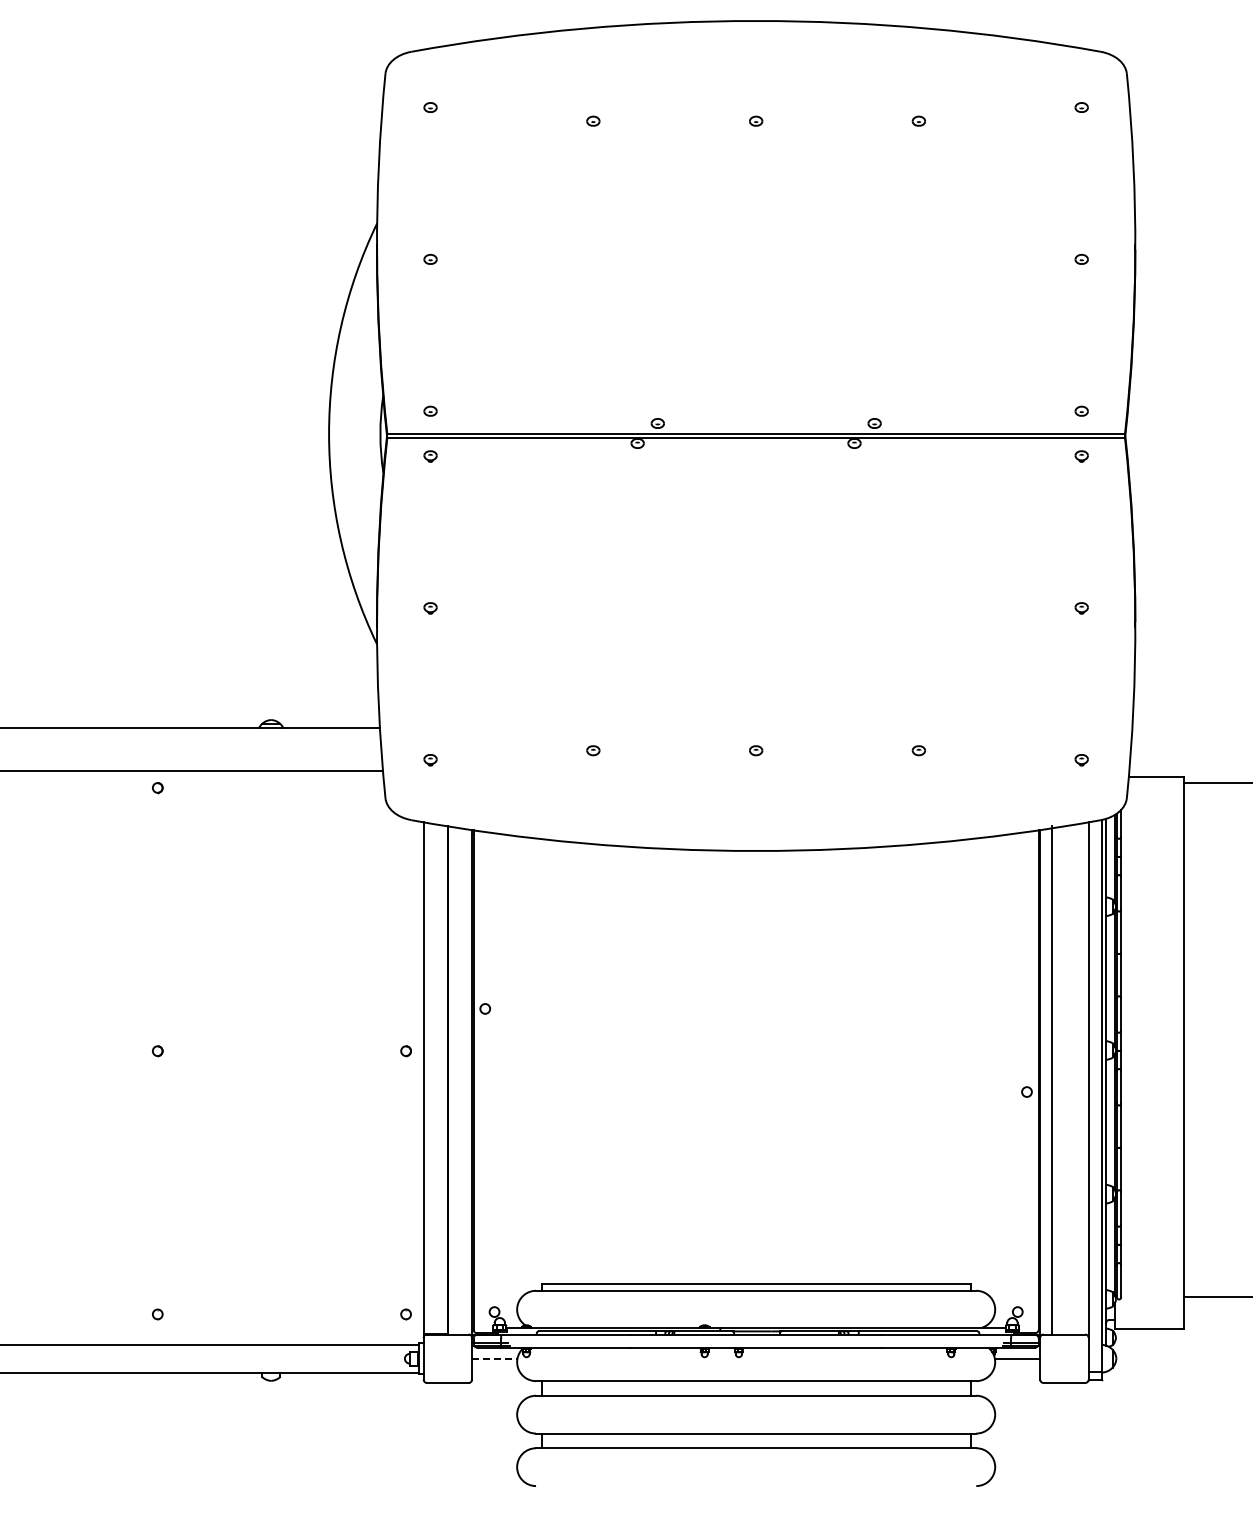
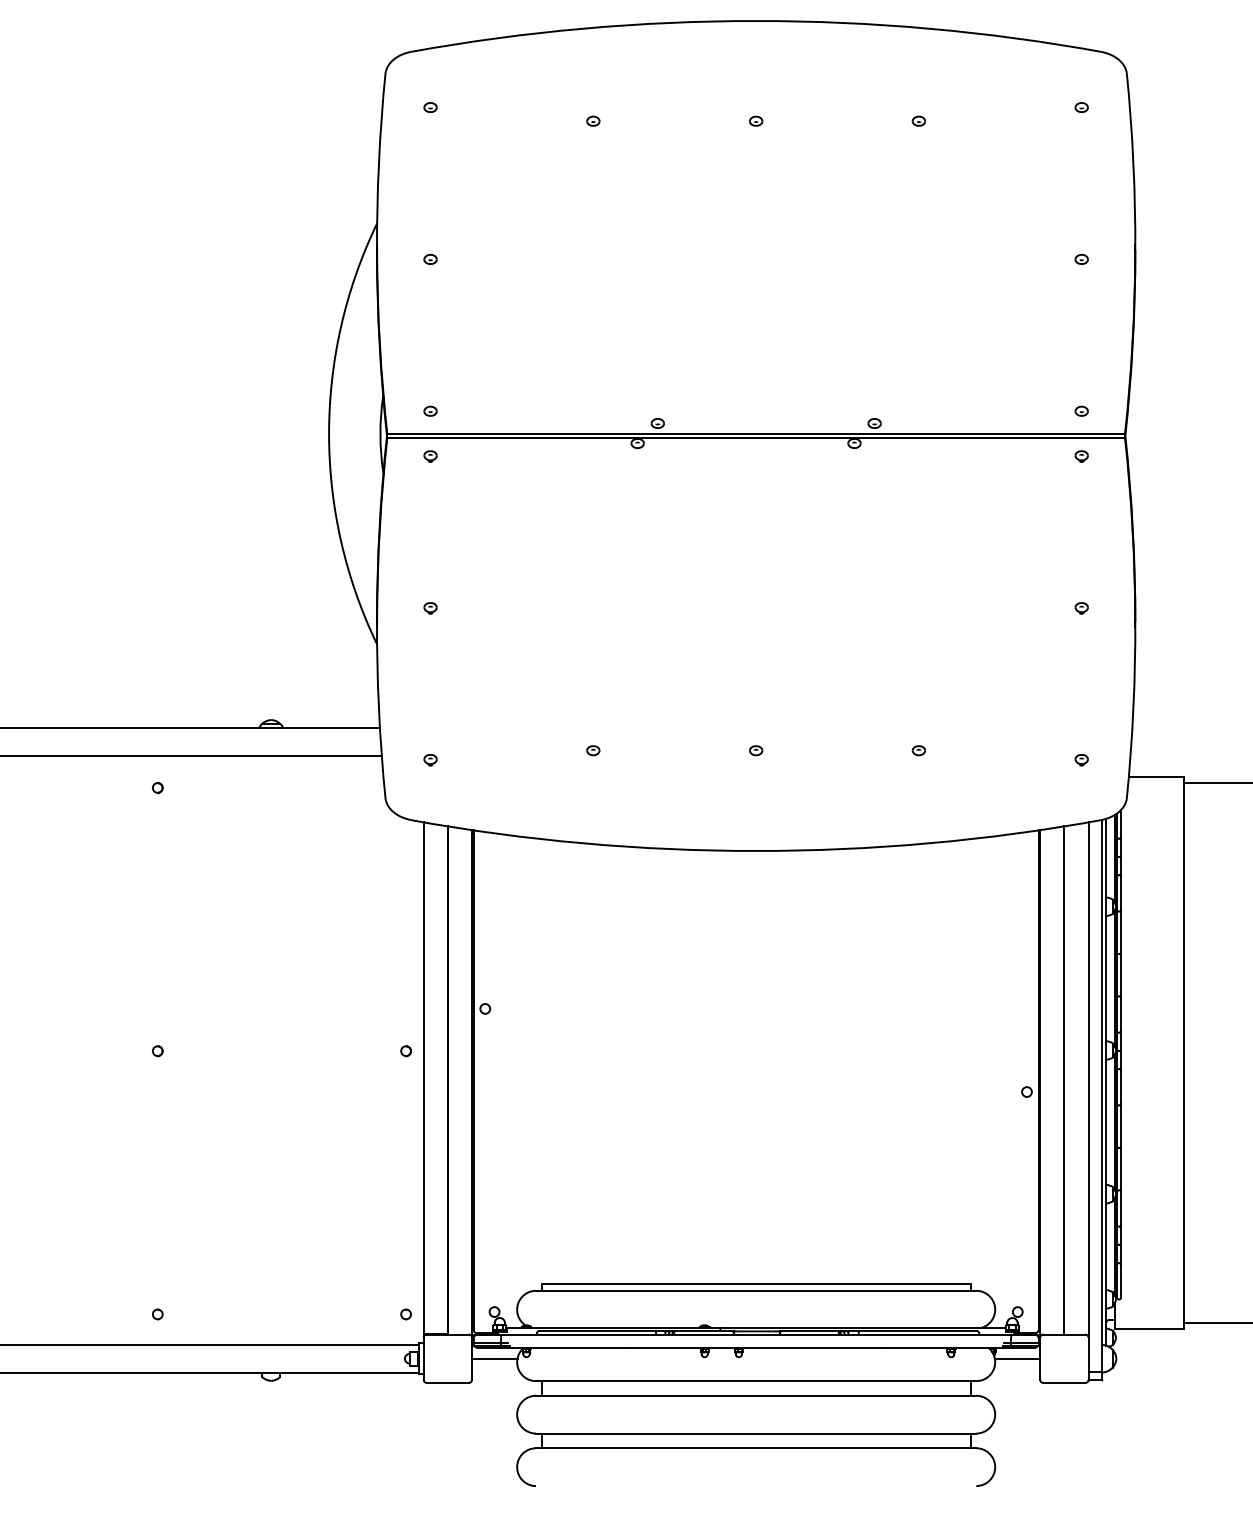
line at (191, 771) position: (191, 771) -> (191, 756)
line at (1052, 1080) position: (1052, 1080) -> (1064, 1080)
line at (1216, 1297) position: (1216, 1297) -> (1216, 1323)
line at (494, 1358): dashed -> solid
